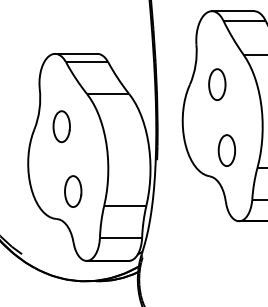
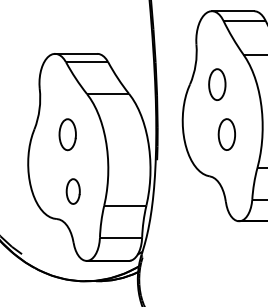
part at (61, 126) position: (61, 126) -> (67, 134)
part at (226, 150) position: (226, 150) -> (226, 134)
part at (73, 191) size: 19x33 px -> 16x27 px
